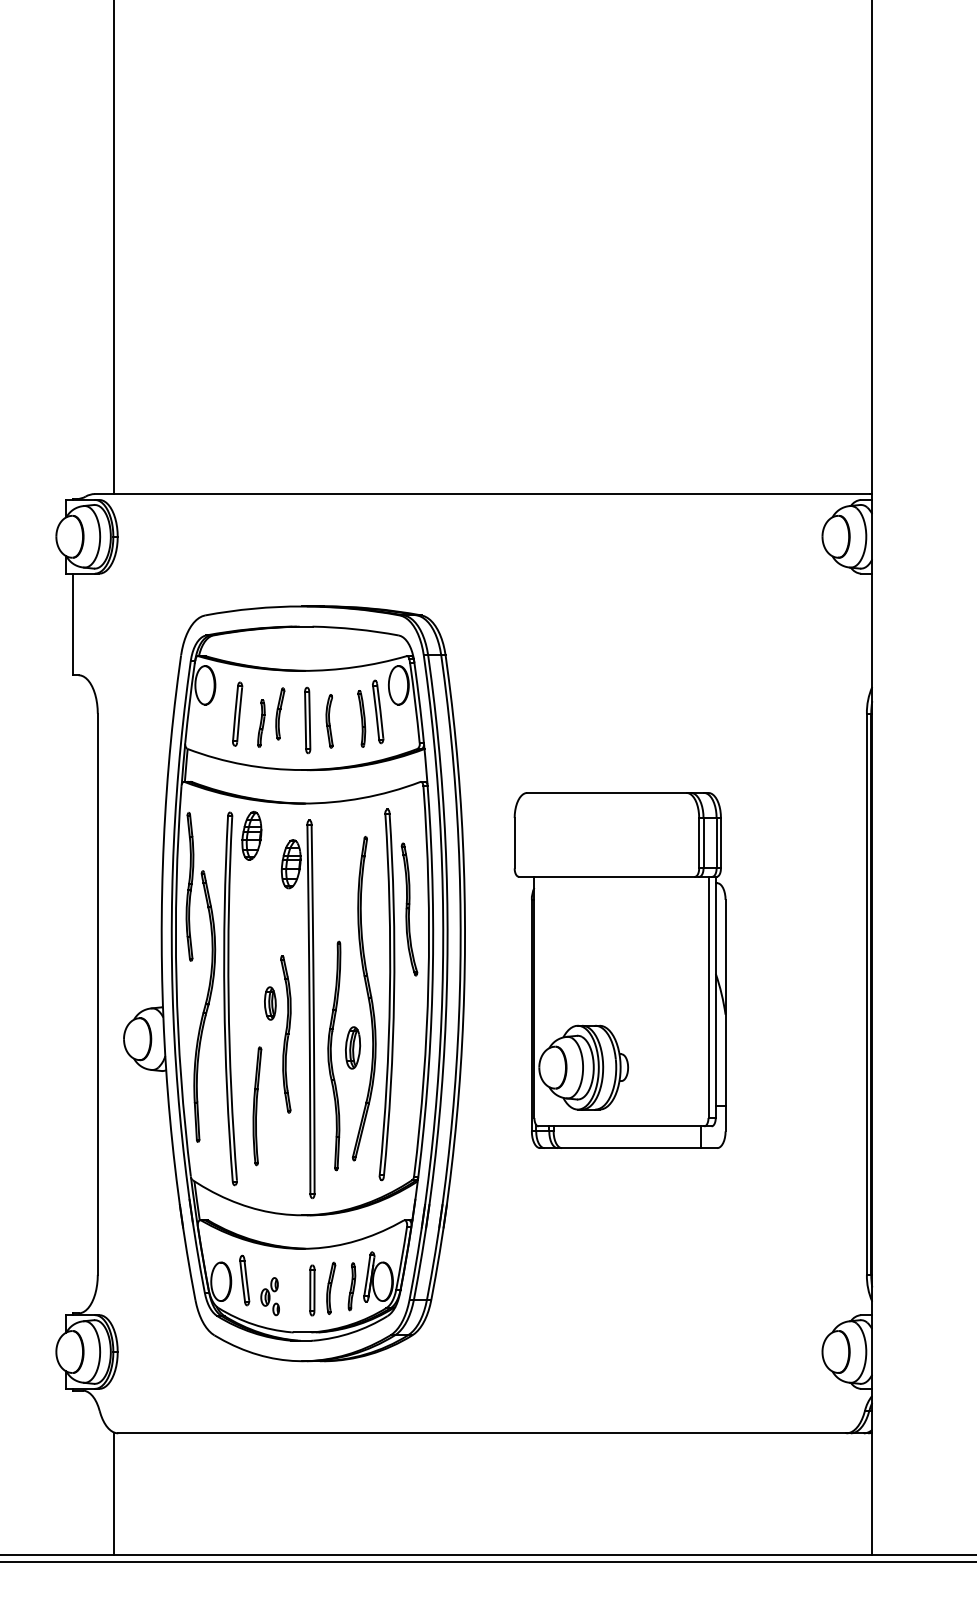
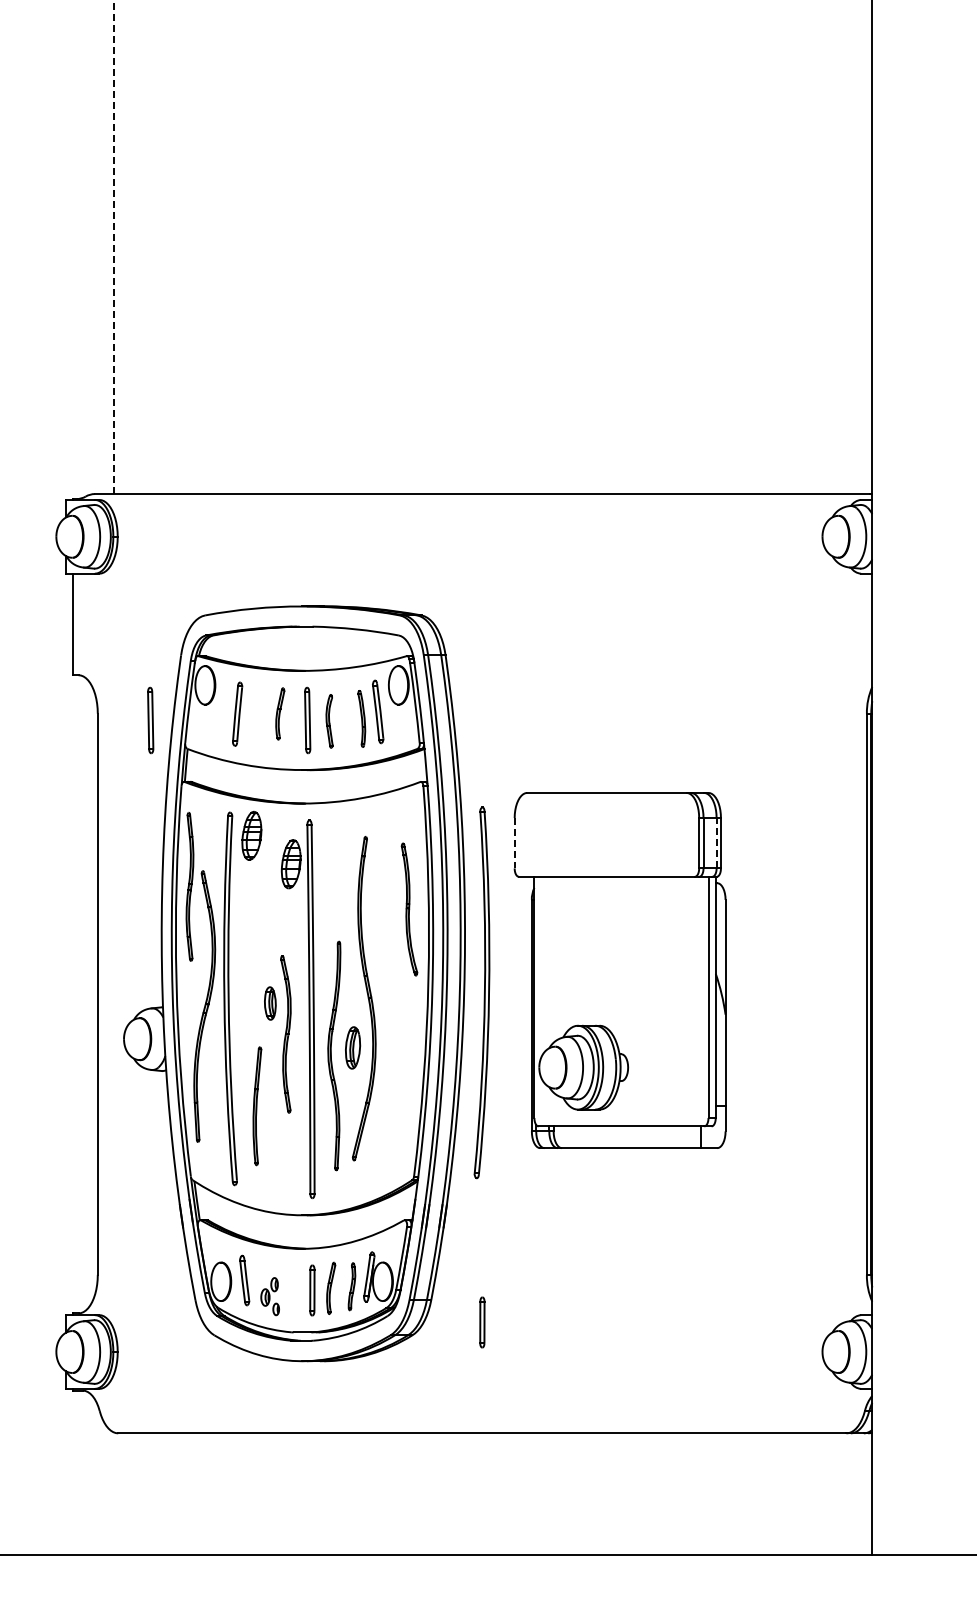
line at (114, 247): solid -> dashed
part at (150, 720): none -> present
part at (261, 723): present -> none
line at (716, 842): solid -> dashed
line at (514, 843): solid -> dashed
part at (386, 994) position: (386, 994) -> (481, 992)
part at (482, 1322): none -> present
line at (114, 1493): present -> none
line at (487, 1561): present -> none
